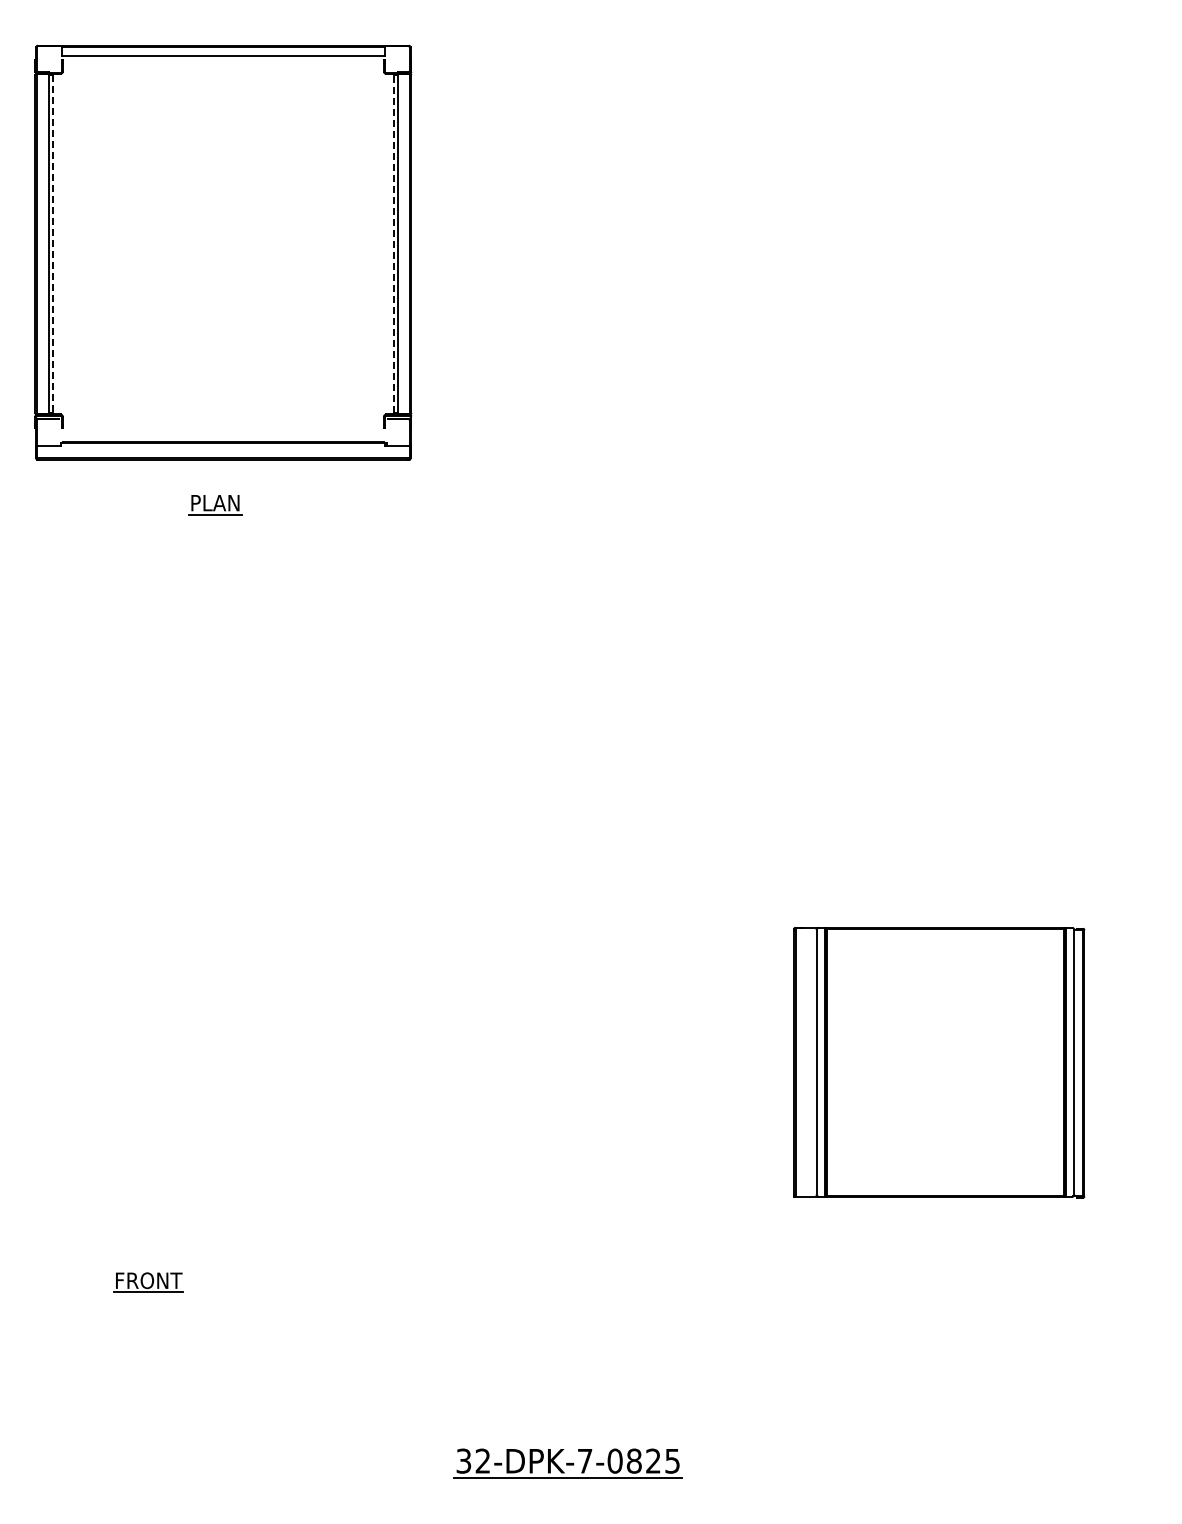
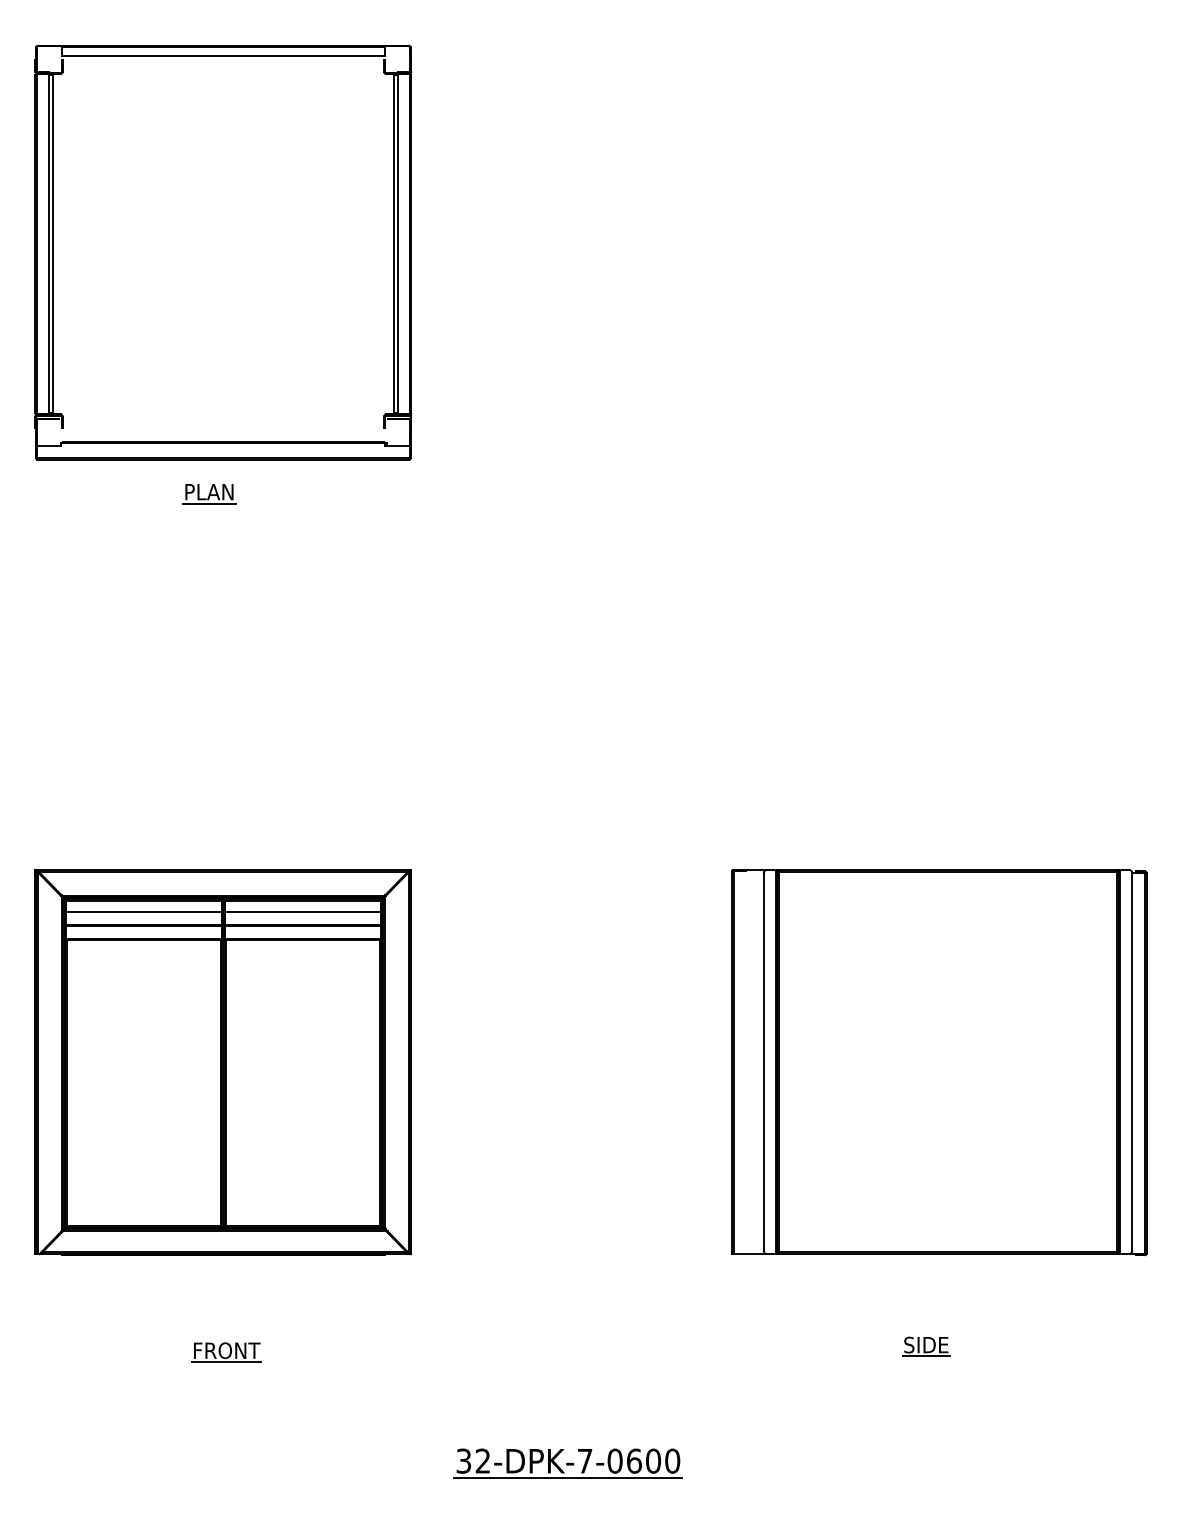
line at (53, 244): dashed -> solid
line at (393, 244): dashed -> solid
part at (215, 505) position: (215, 505) -> (209, 494)
part at (222, 1061): none -> present
part at (939, 1062) size: 293x272 px -> 417x388 px
part at (148, 1282) position: (148, 1282) -> (226, 1352)
part at (926, 1346): none -> present
text at (653, 1460): 32-DPK-7-0825 -> 32-DPK-7-0600
